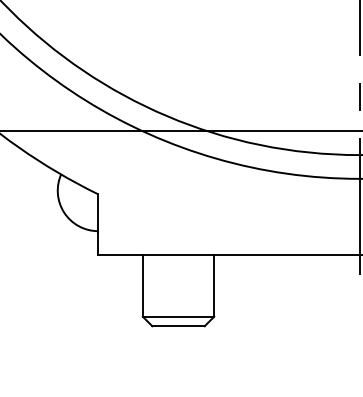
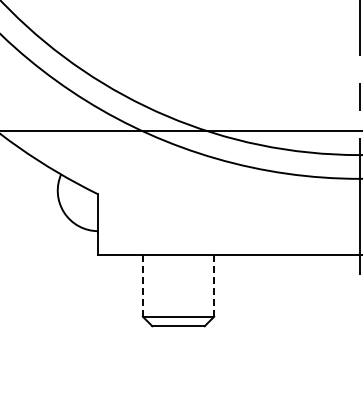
line at (142, 285): solid -> dashed
line at (214, 285): solid -> dashed
